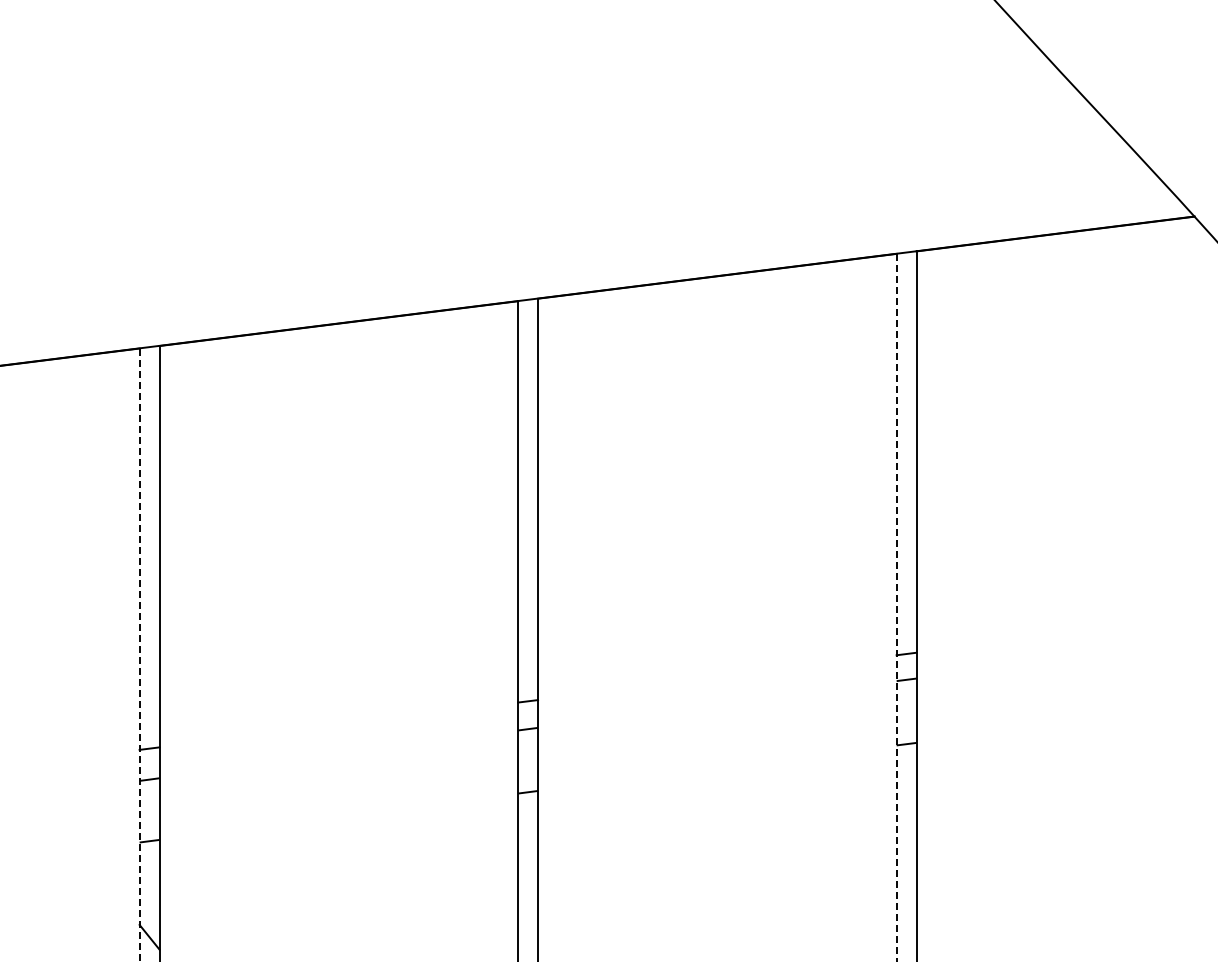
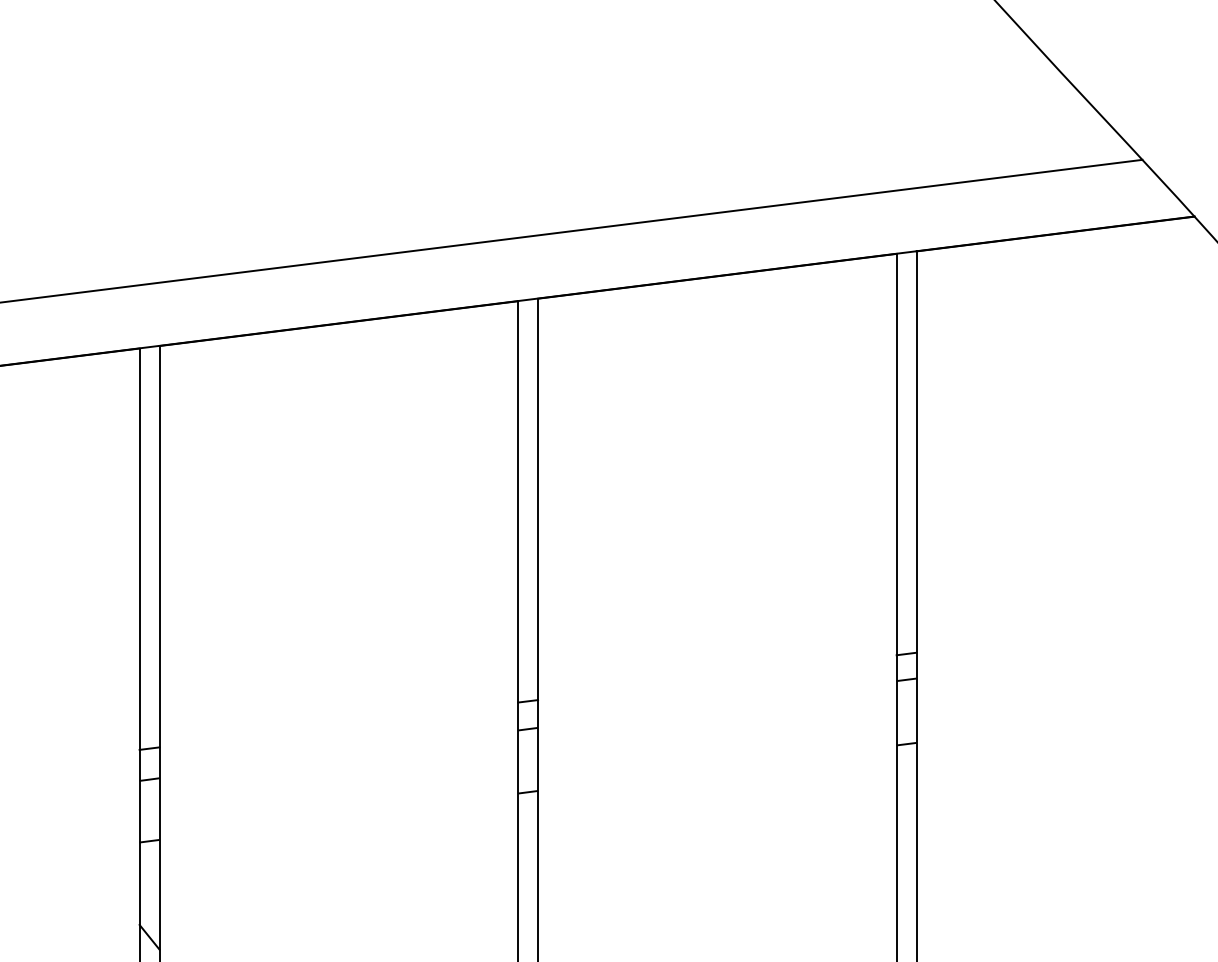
line at (572, 230): none -> present
line at (896, 607): dashed -> solid
line at (139, 655): dashed -> solid
